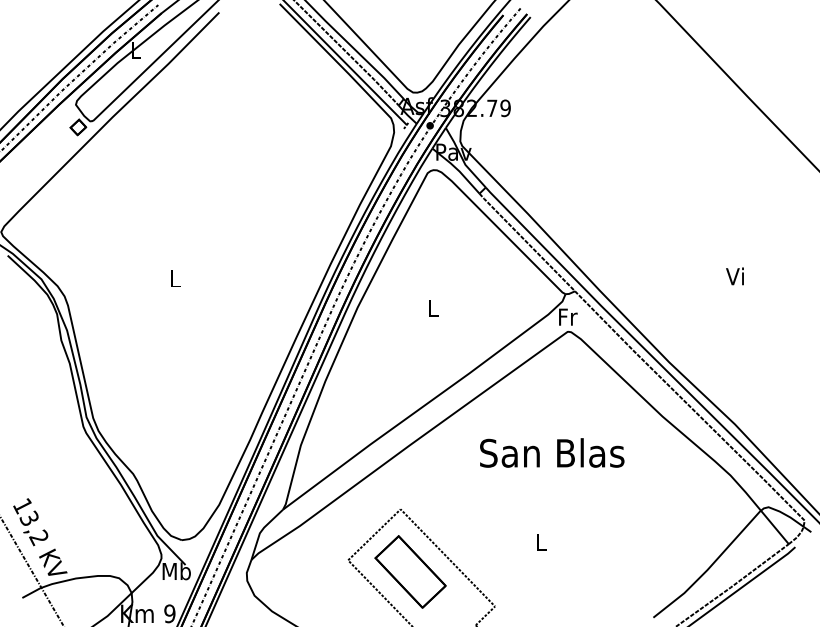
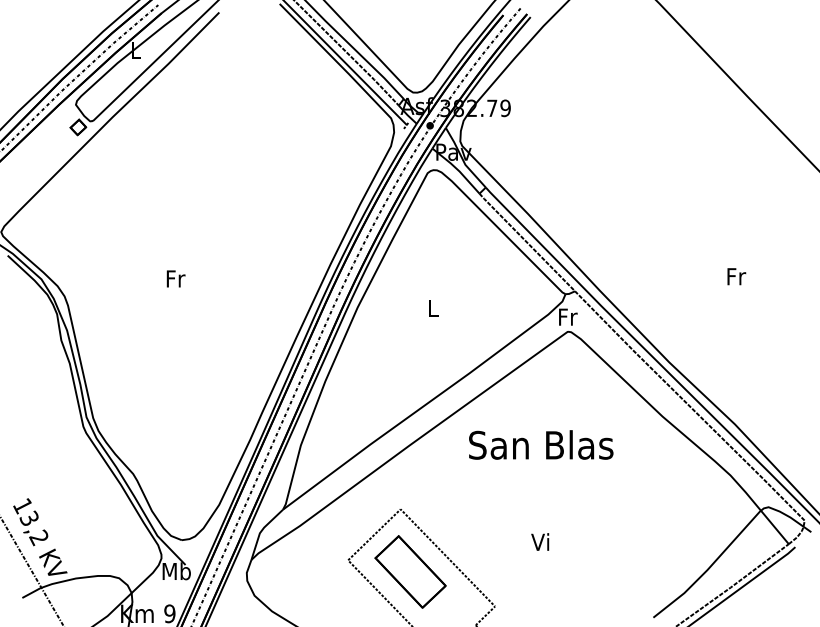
text at (736, 276): Vi -> Fr
text at (175, 278): L -> Fr
text at (552, 452) position: (552, 452) -> (541, 444)
text at (540, 541): L -> Vi
